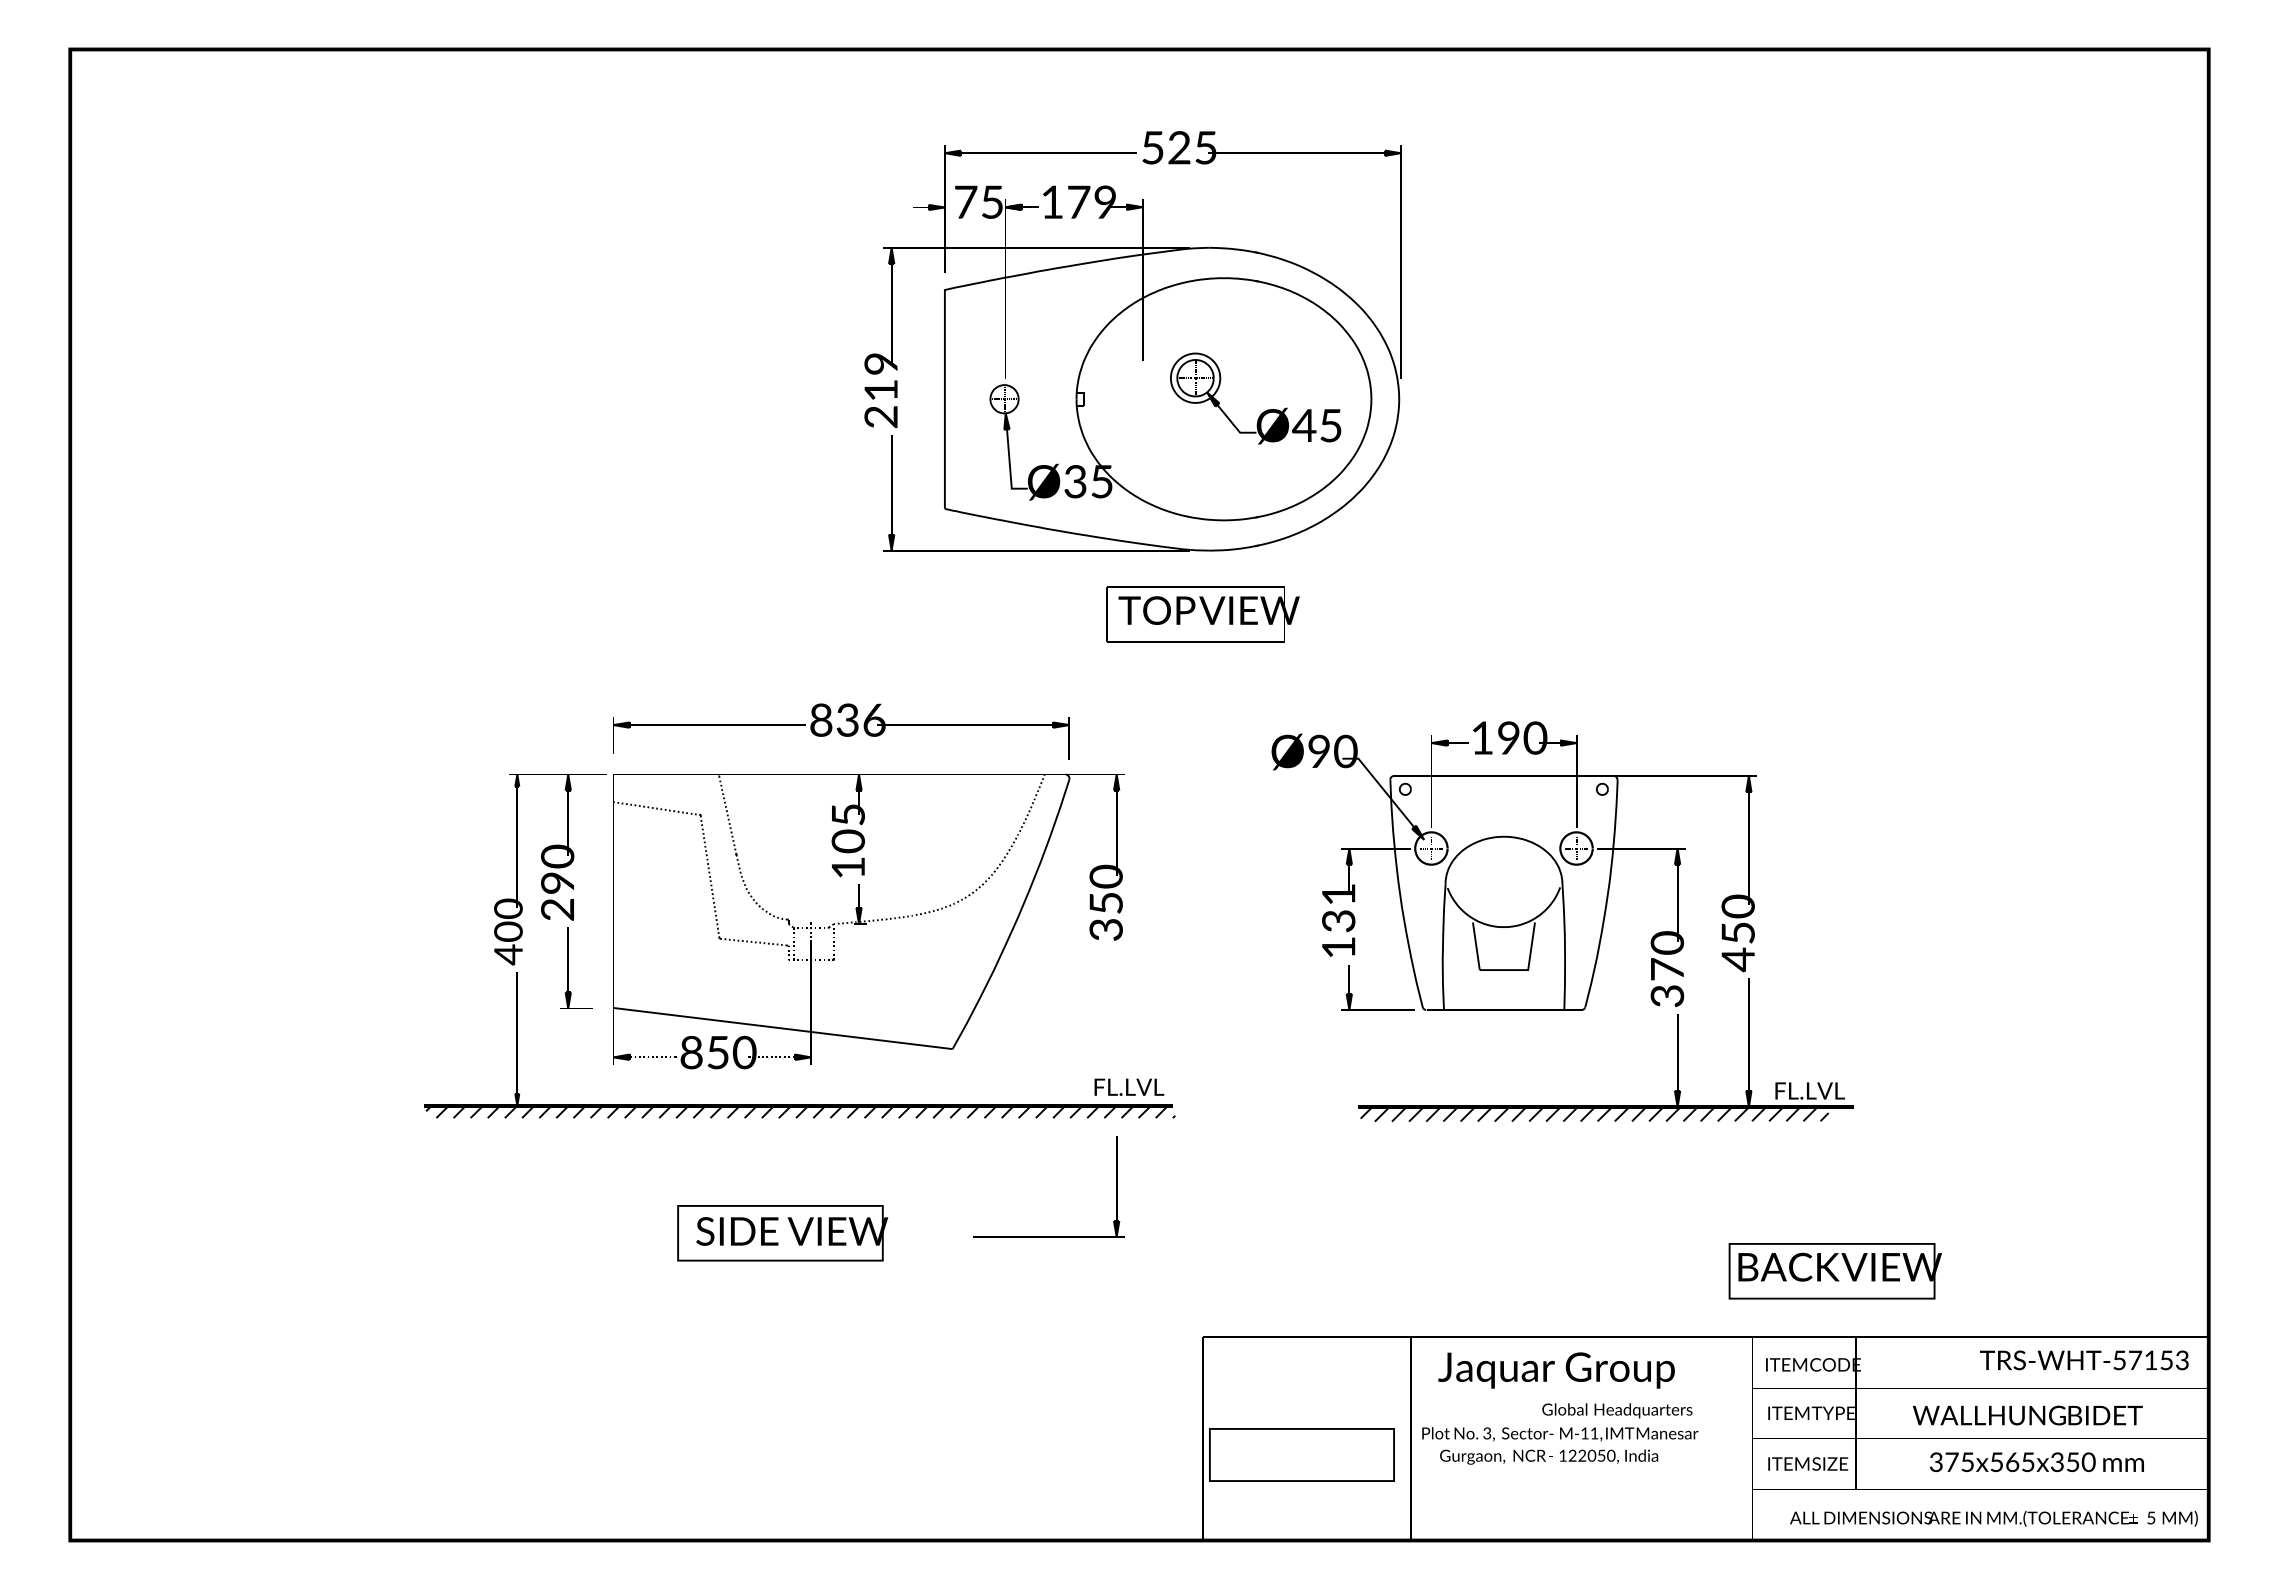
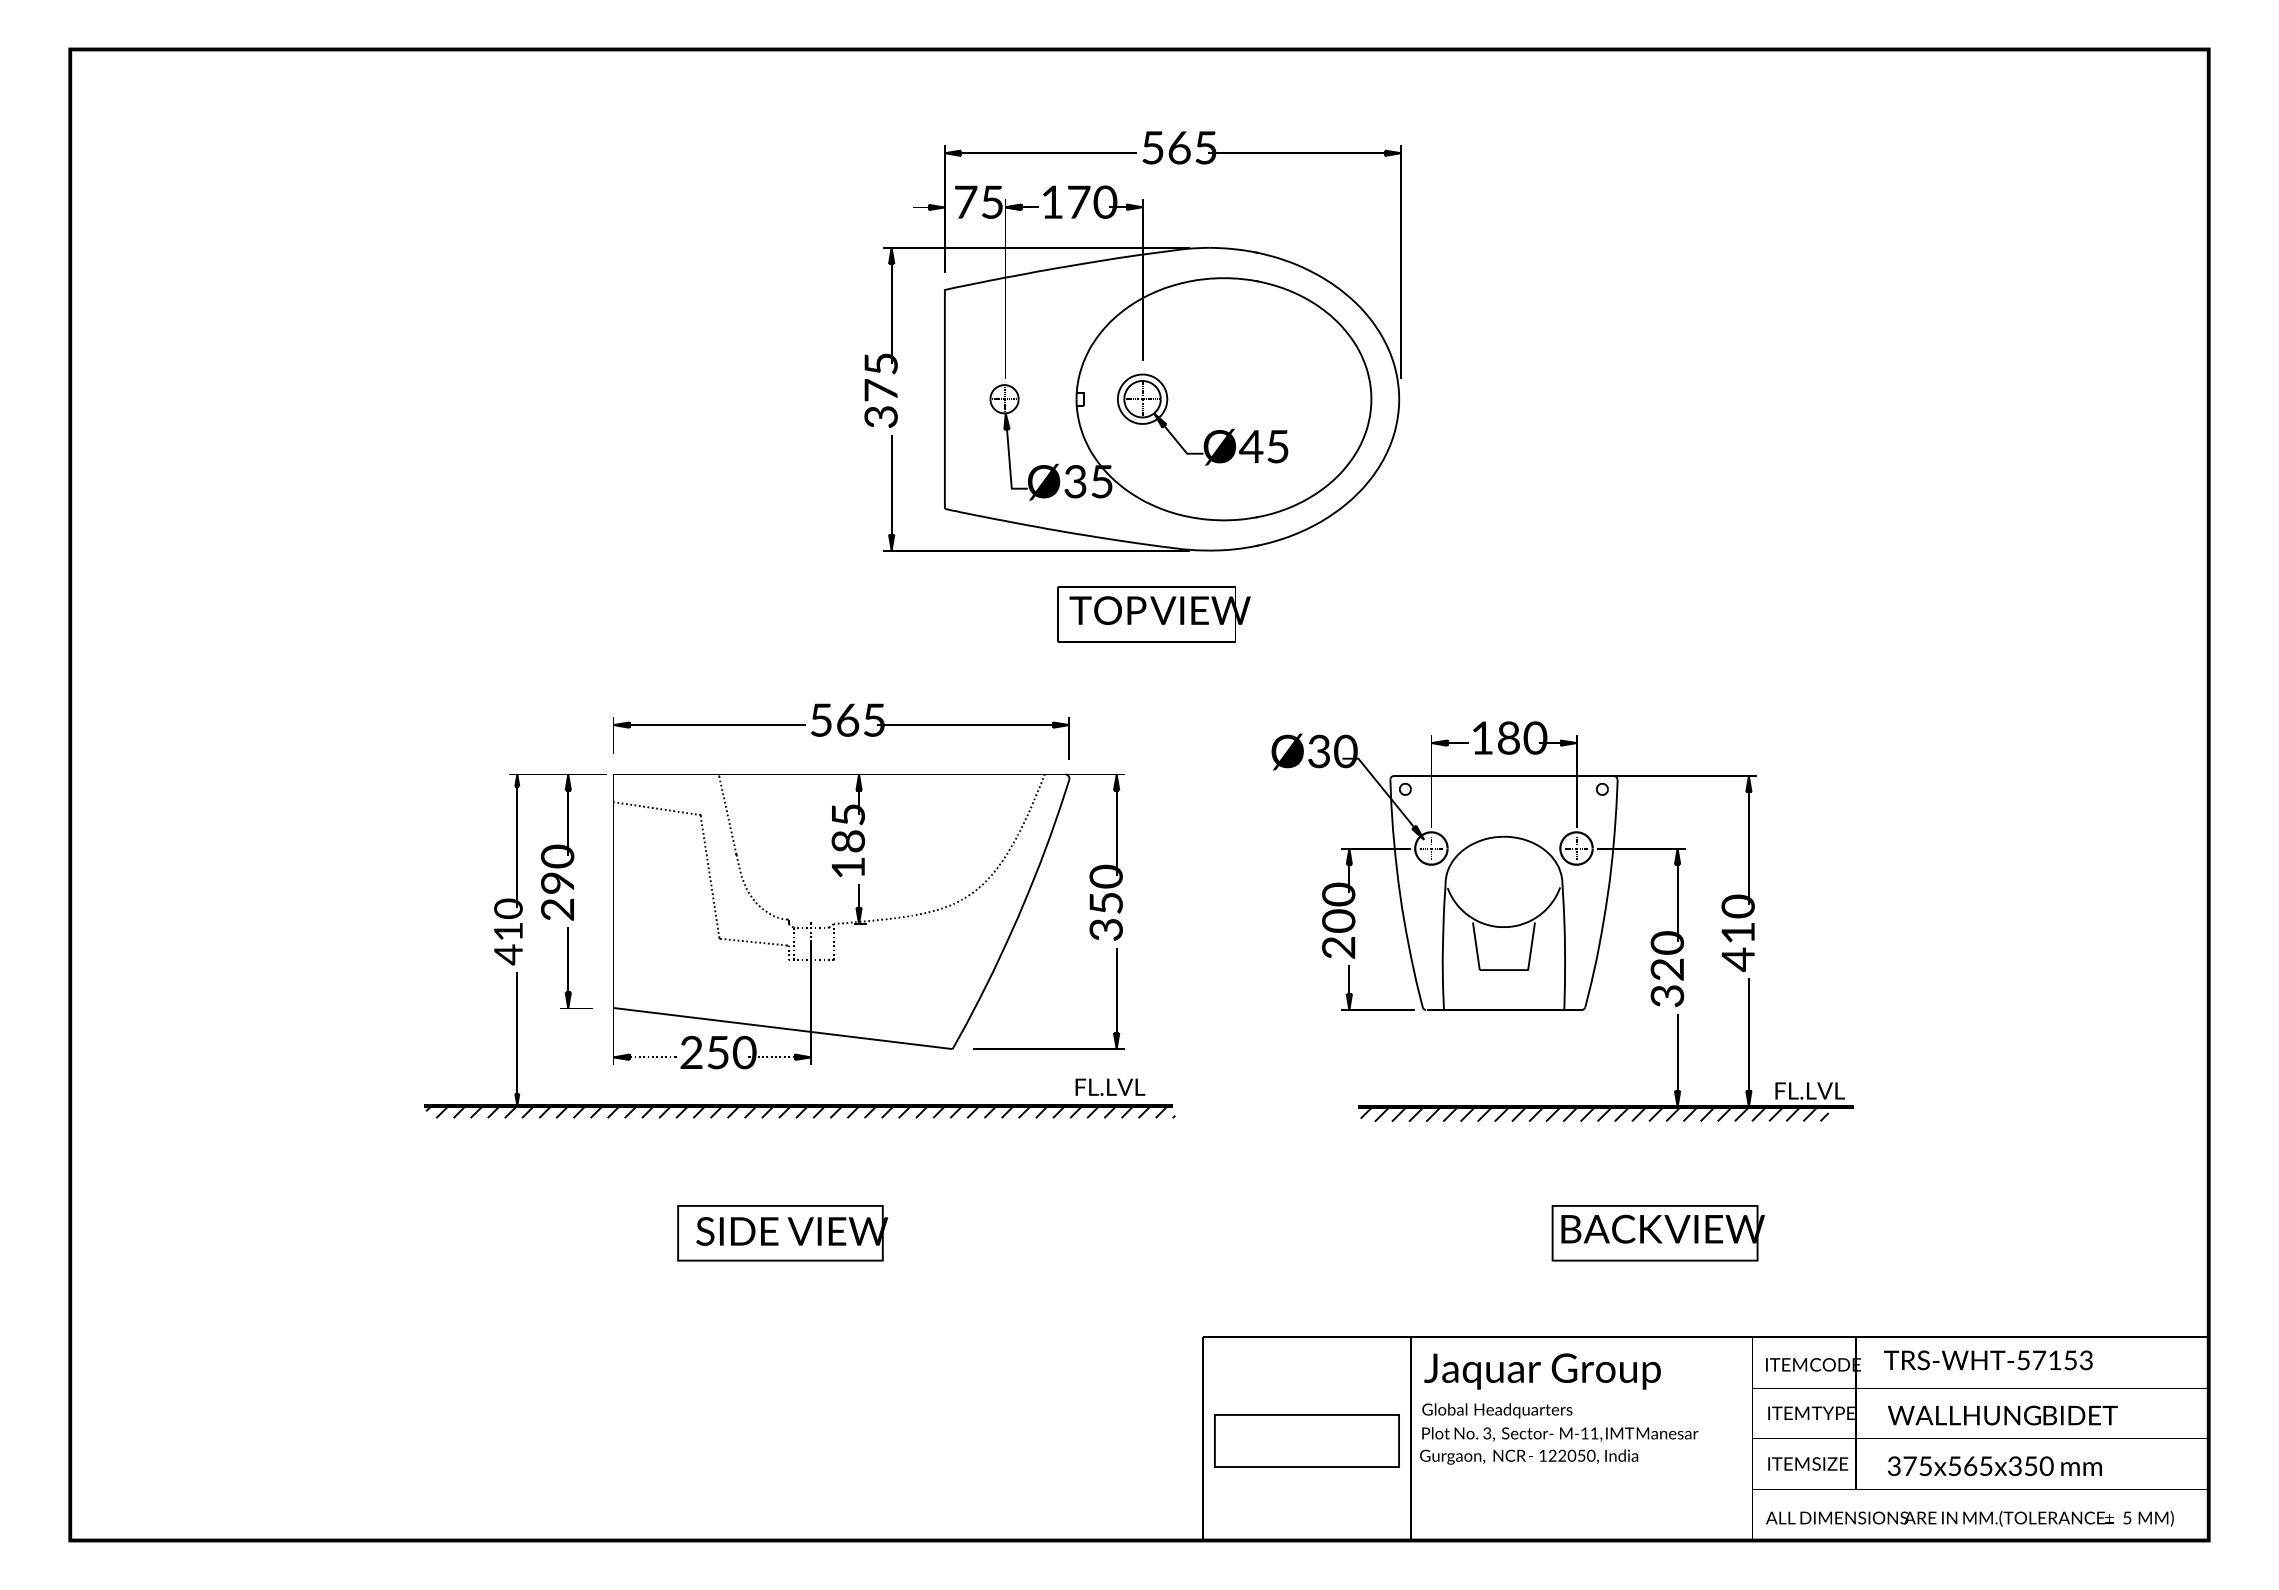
text at (1179, 147): 525 -> 565
text at (1105, 202): 179 -> 170
text at (880, 390): 219 -> 375
part at (1263, 411) position: (1263, 411) -> (1210, 432)
text at (1202, 614) position: (1202, 614) -> (1153, 614)
text at (847, 719): 836 -> 565
text at (1508, 739): 190 -> 180
text at (1318, 751): Ø90 -> Ø30
text at (848, 841): 105 -> 185
text at (1338, 920): 131 -> 200
text at (508, 931): 400 -> 410
text at (1737, 932): 450 -> 410
text at (1666, 969): 370 -> 320
text at (691, 1053): 850 -> 250
text at (1129, 1086) position: (1129, 1086) -> (1110, 1086)
part at (1048, 1236) position: (1048, 1236) -> (1048, 1048)
text at (1834, 1271) position: (1834, 1271) -> (1657, 1233)
text at (2084, 1360) position: (2084, 1360) -> (1988, 1360)
text at (1556, 1370) position: (1556, 1370) -> (1542, 1371)
text at (1617, 1410) position: (1617, 1410) -> (1497, 1410)
text at (2027, 1415) position: (2027, 1415) -> (2002, 1415)
part at (1301, 1454) position: (1301, 1454) -> (1306, 1440)
text at (1549, 1456) position: (1549, 1456) -> (1529, 1456)
text at (2036, 1462) position: (2036, 1462) -> (1994, 1466)
text at (1993, 1518) position: (1993, 1518) -> (1969, 1518)
